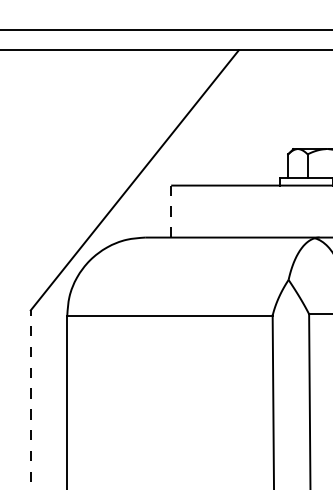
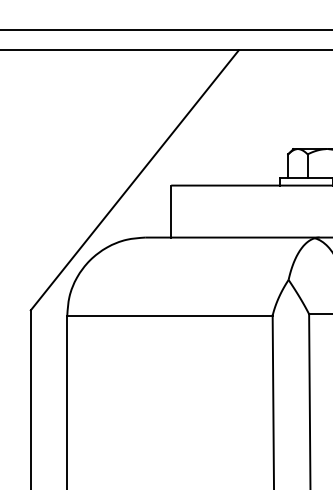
line at (171, 212): dashed -> solid
line at (30, 399): dashed -> solid
